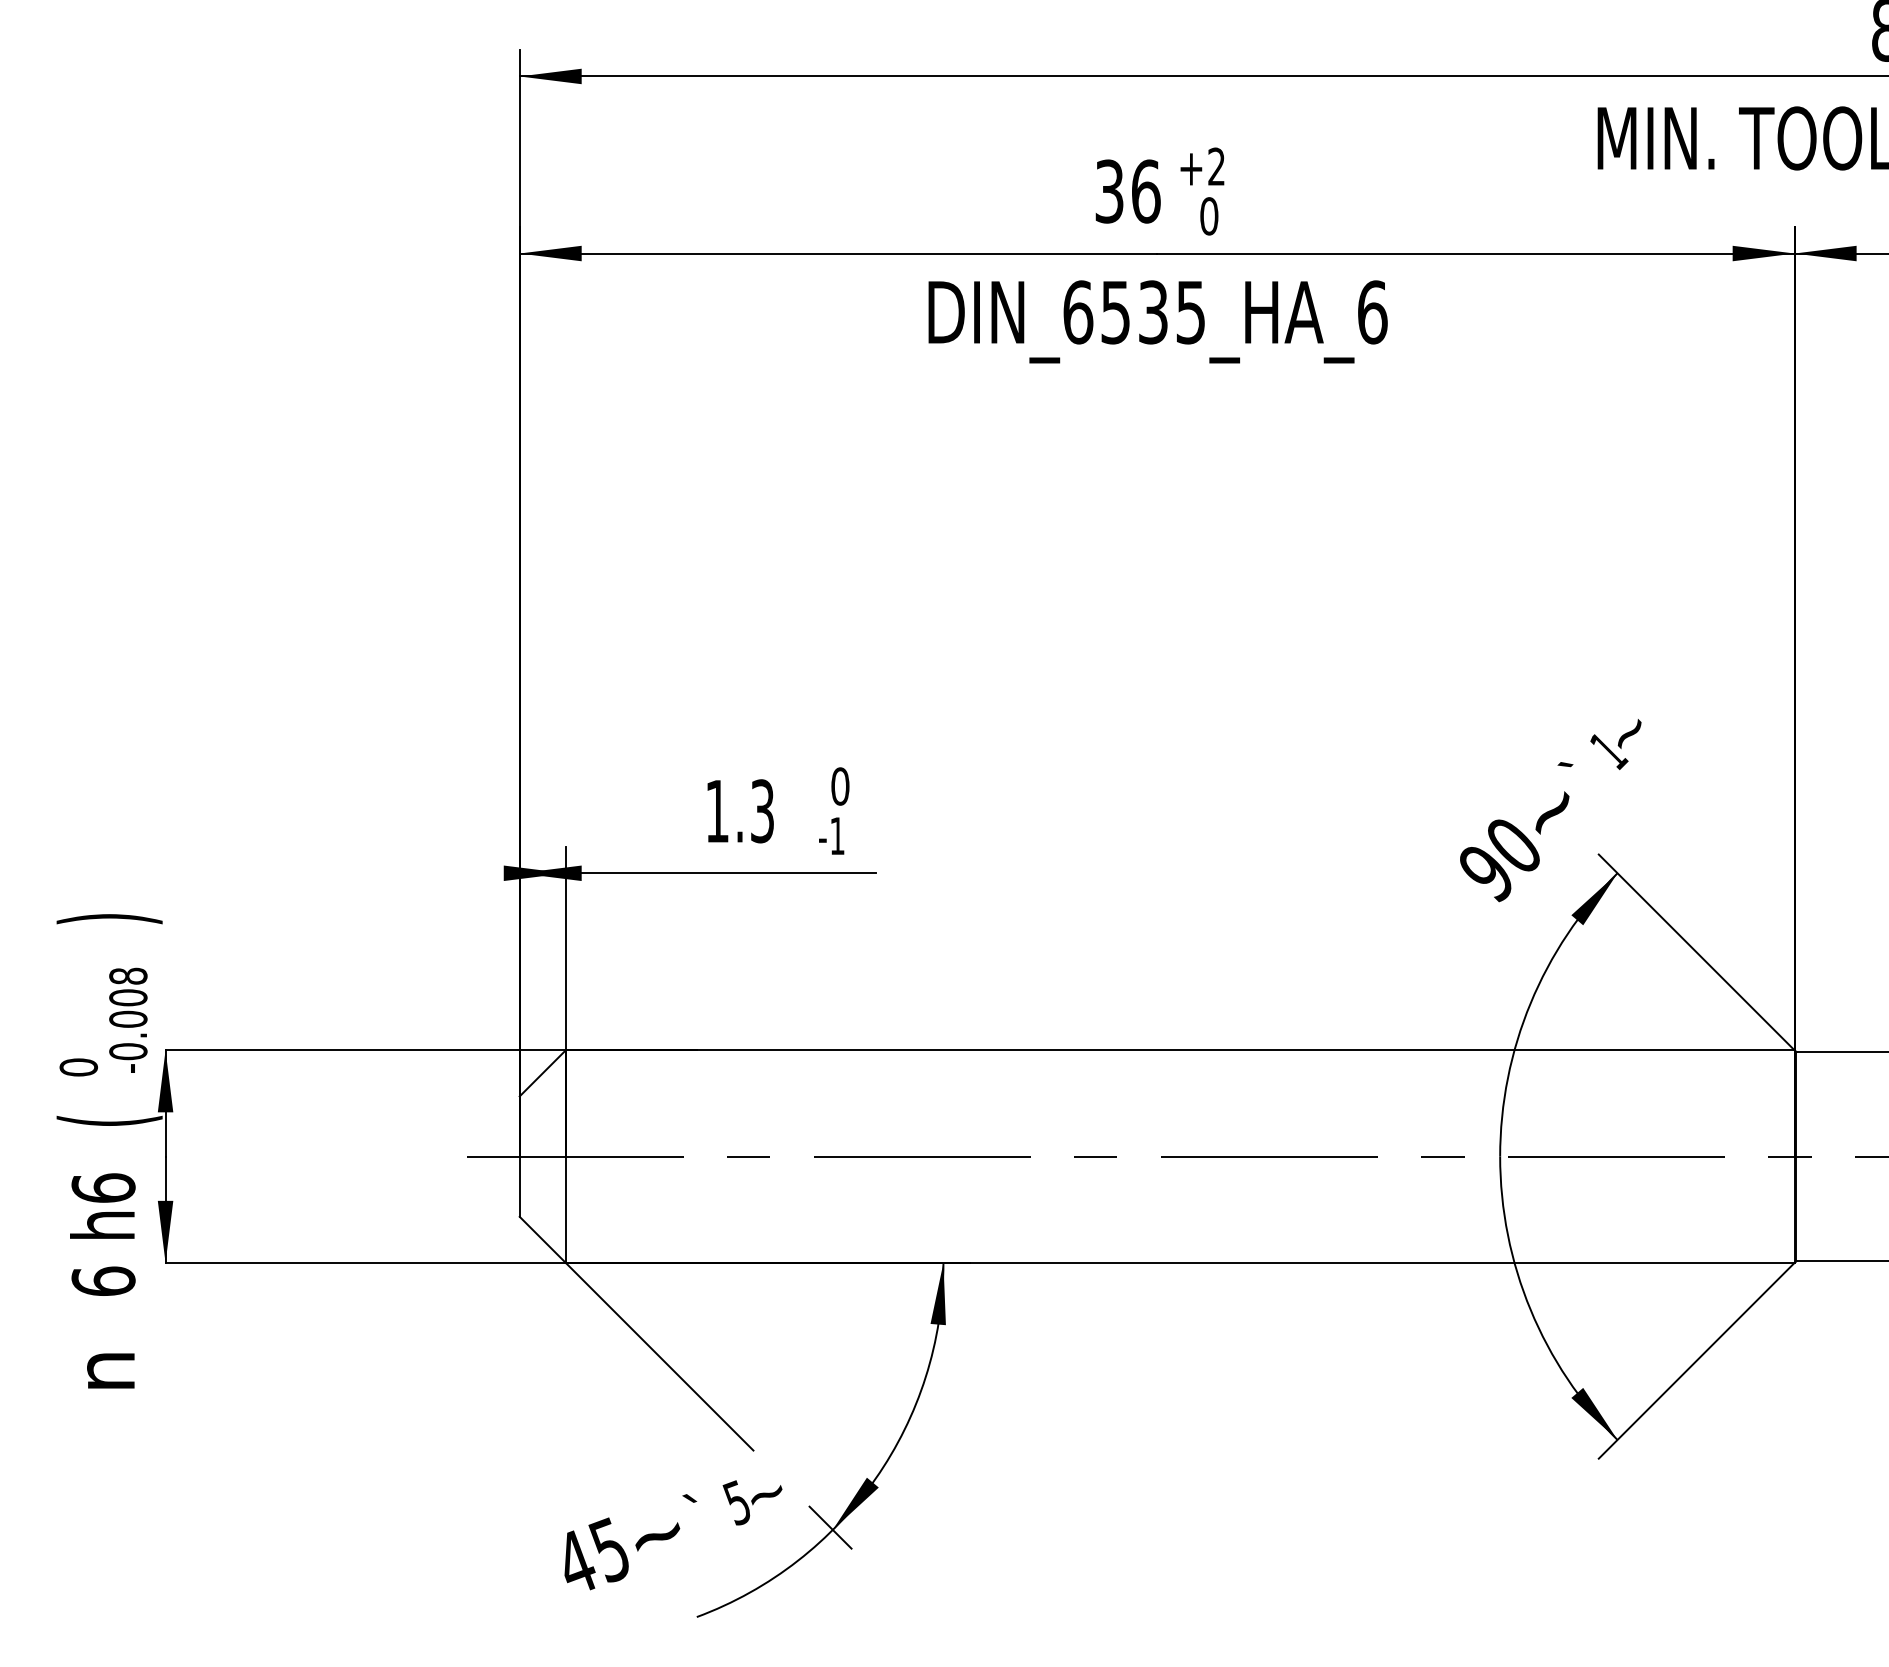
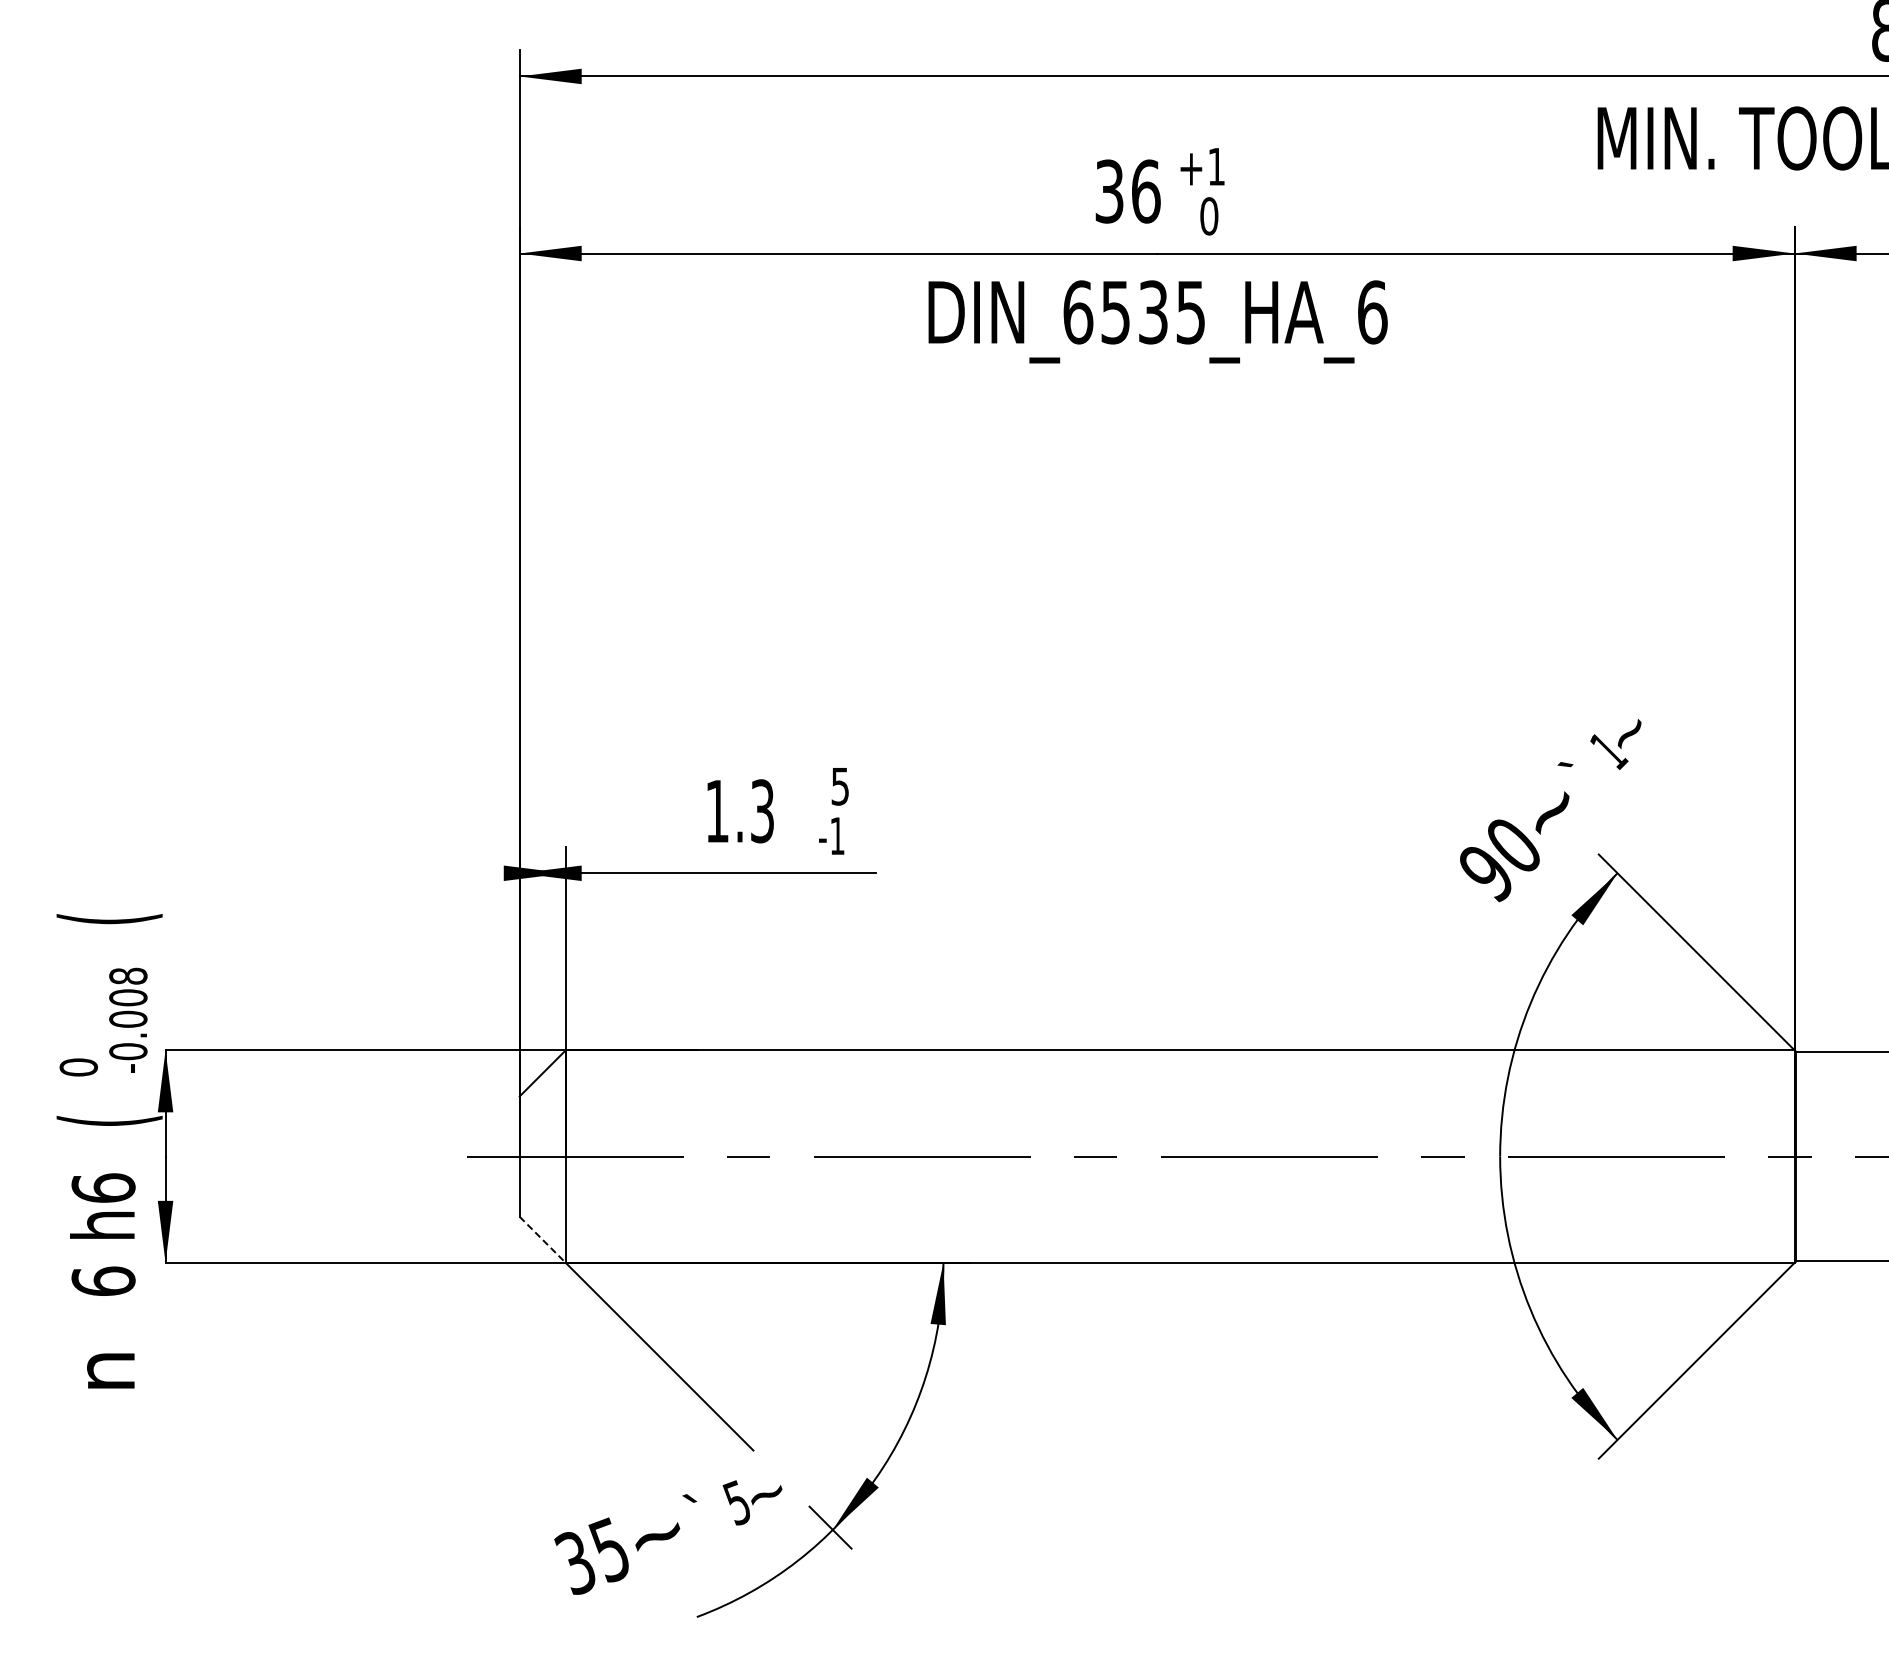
text at (1216, 166): +2 -> +1
text at (840, 786): 0 -> 5
text at (109, 919): ) -> (
line at (542, 1239): solid -> dashed
text at (574, 1562): 45 -> 35
